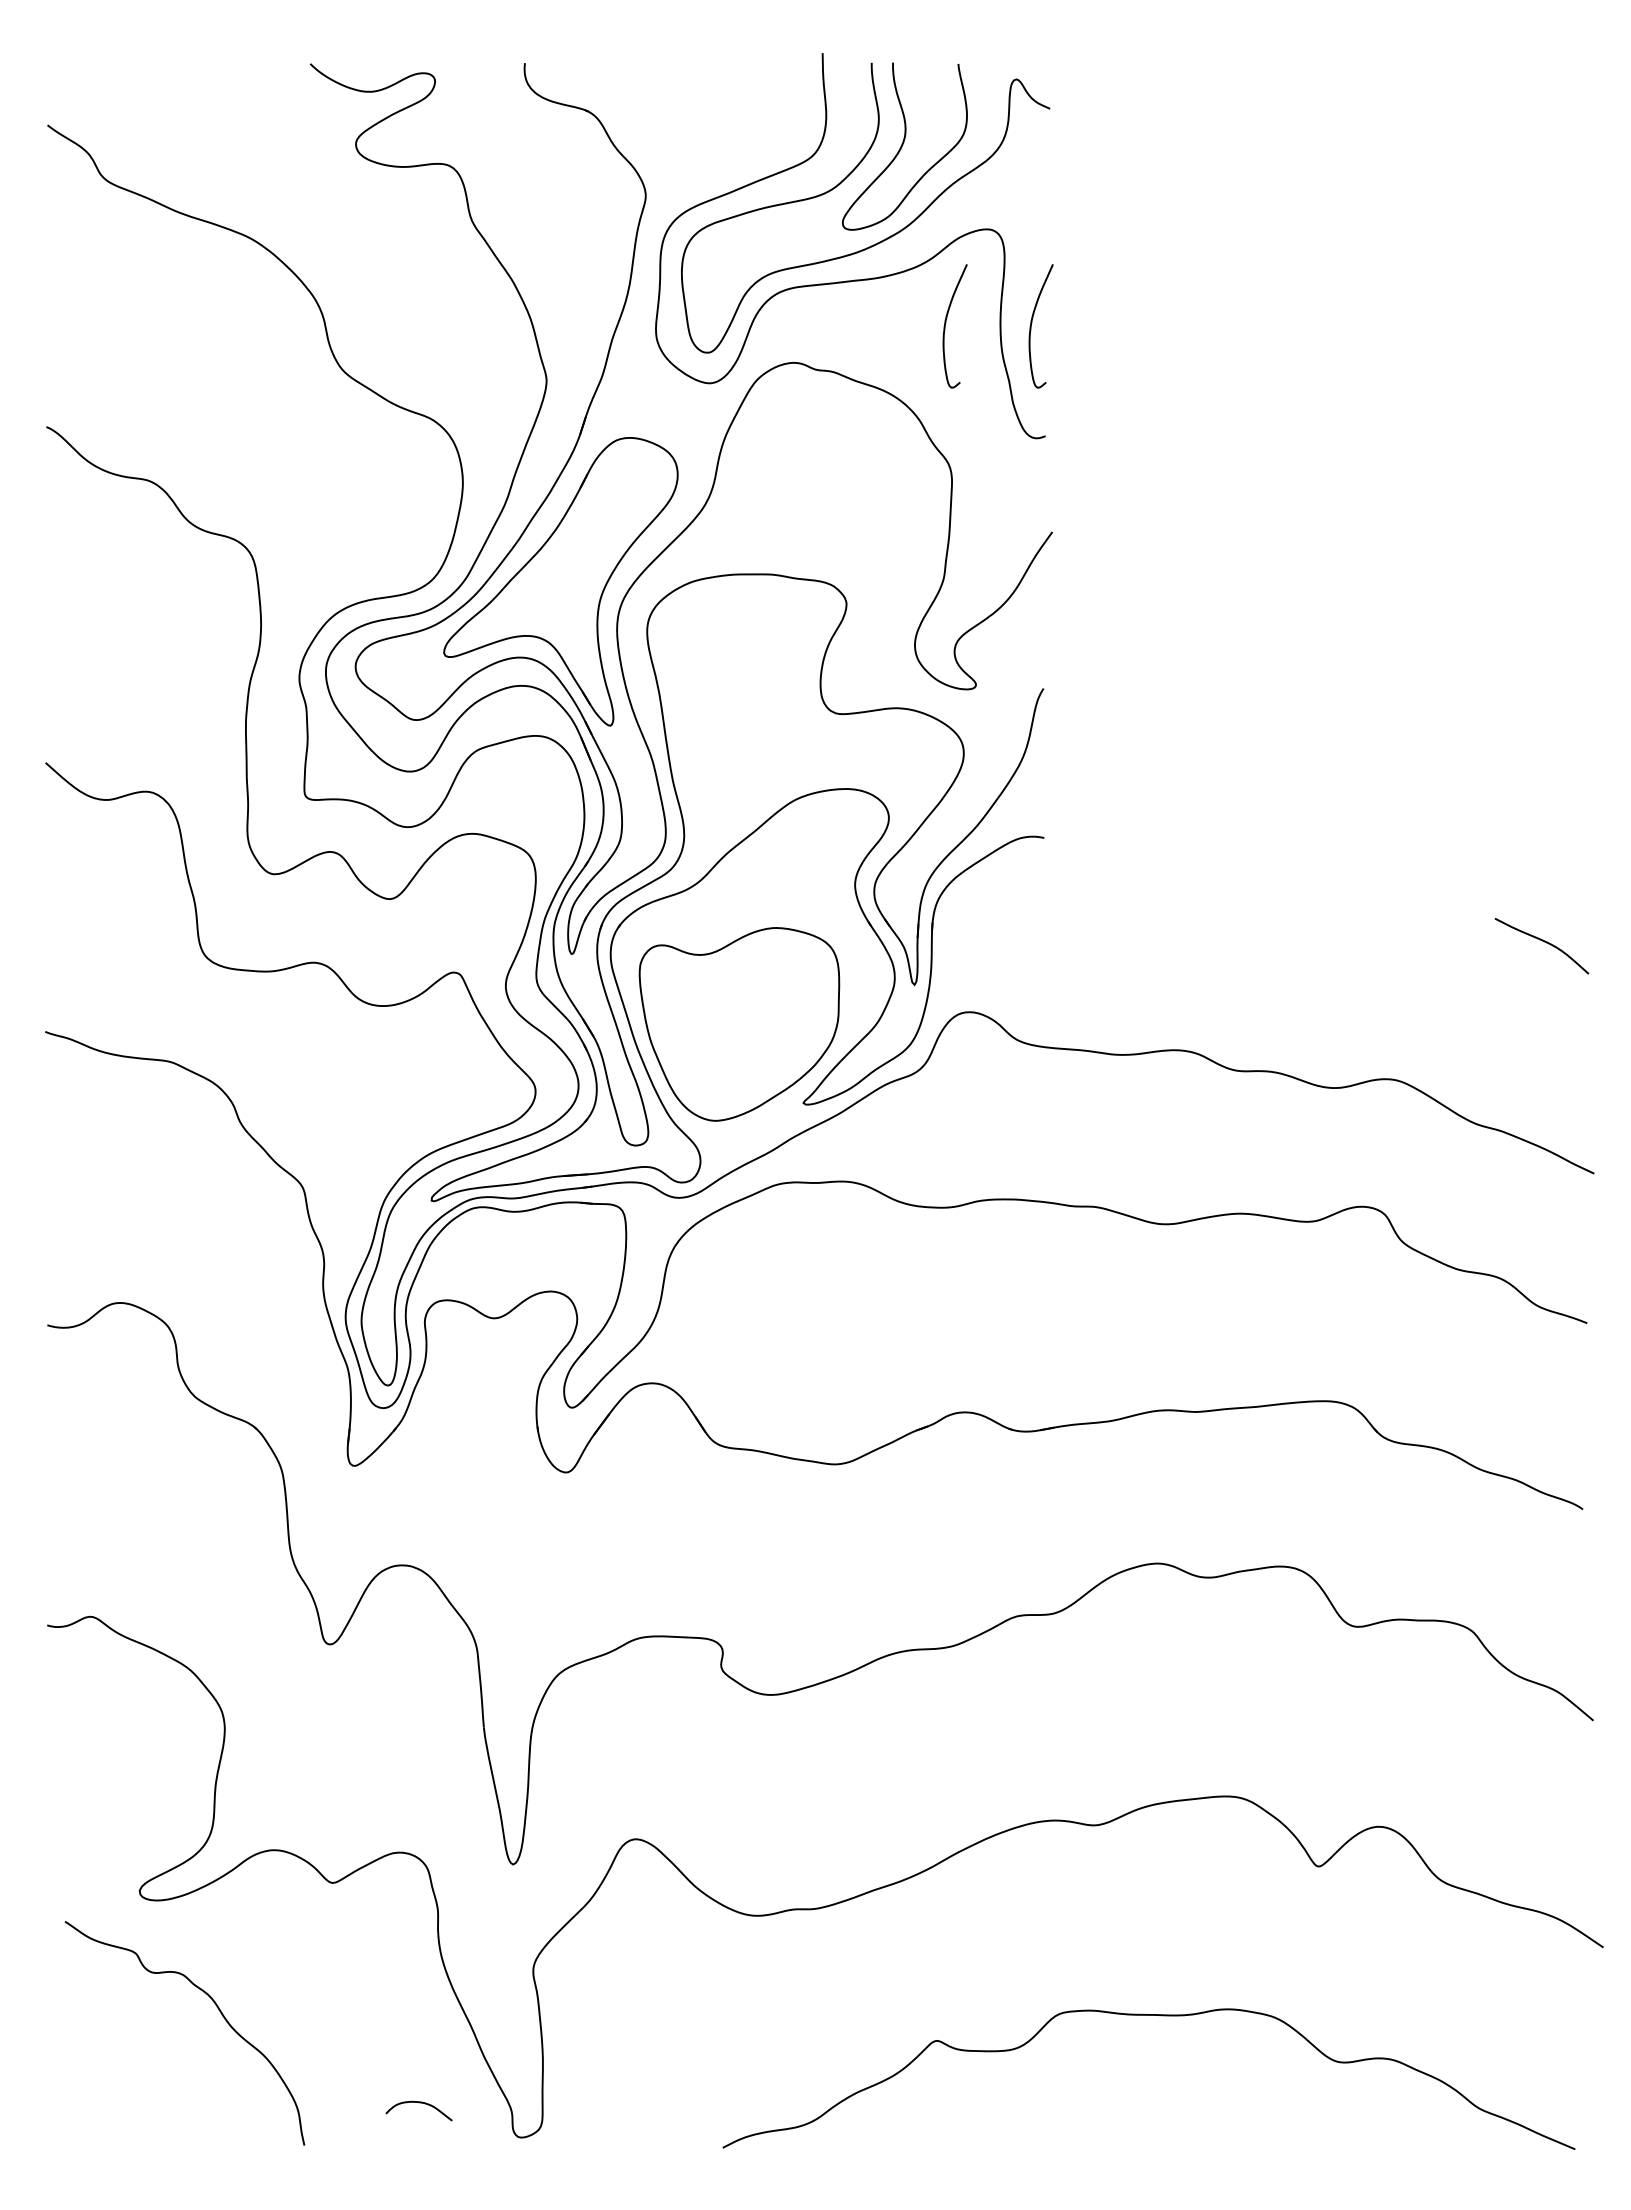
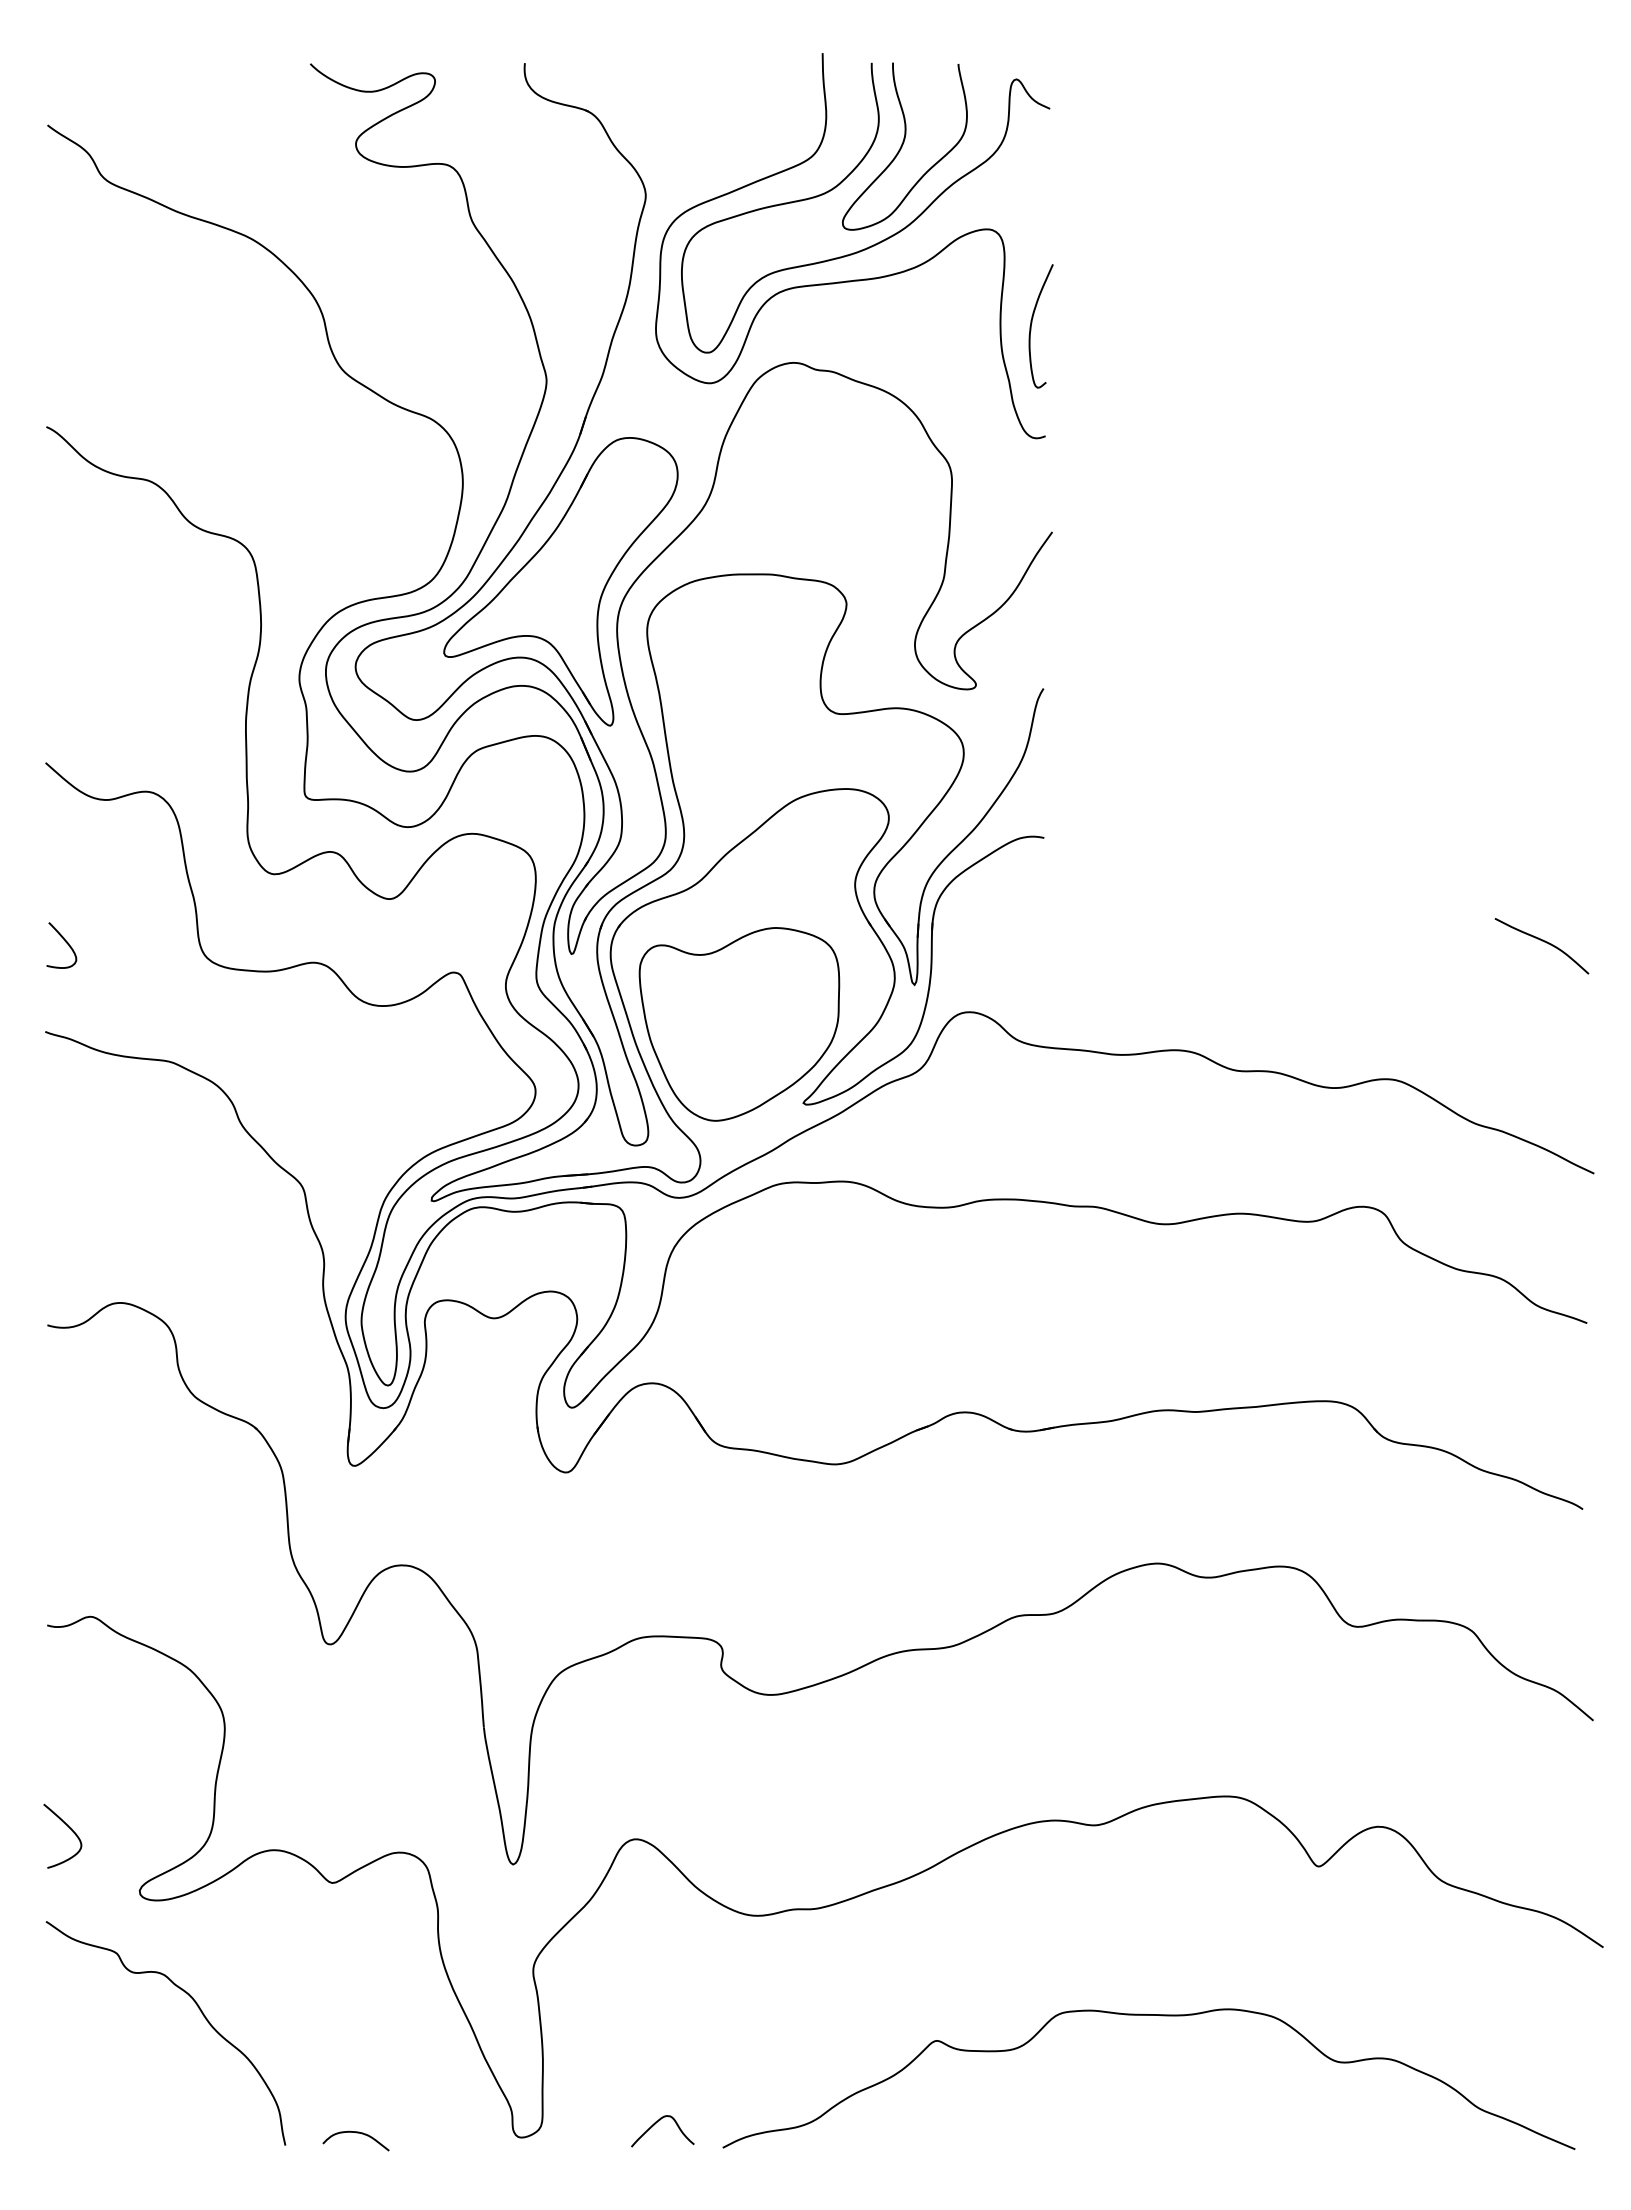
curve at (946, 323): present -> none
curve at (64, 941): none -> present
curve at (69, 1828): none -> present
curve at (218, 2010) position: (218, 2010) -> (199, 2010)
curve at (419, 2103) position: (419, 2103) -> (356, 2133)
curve at (655, 2124): none -> present
